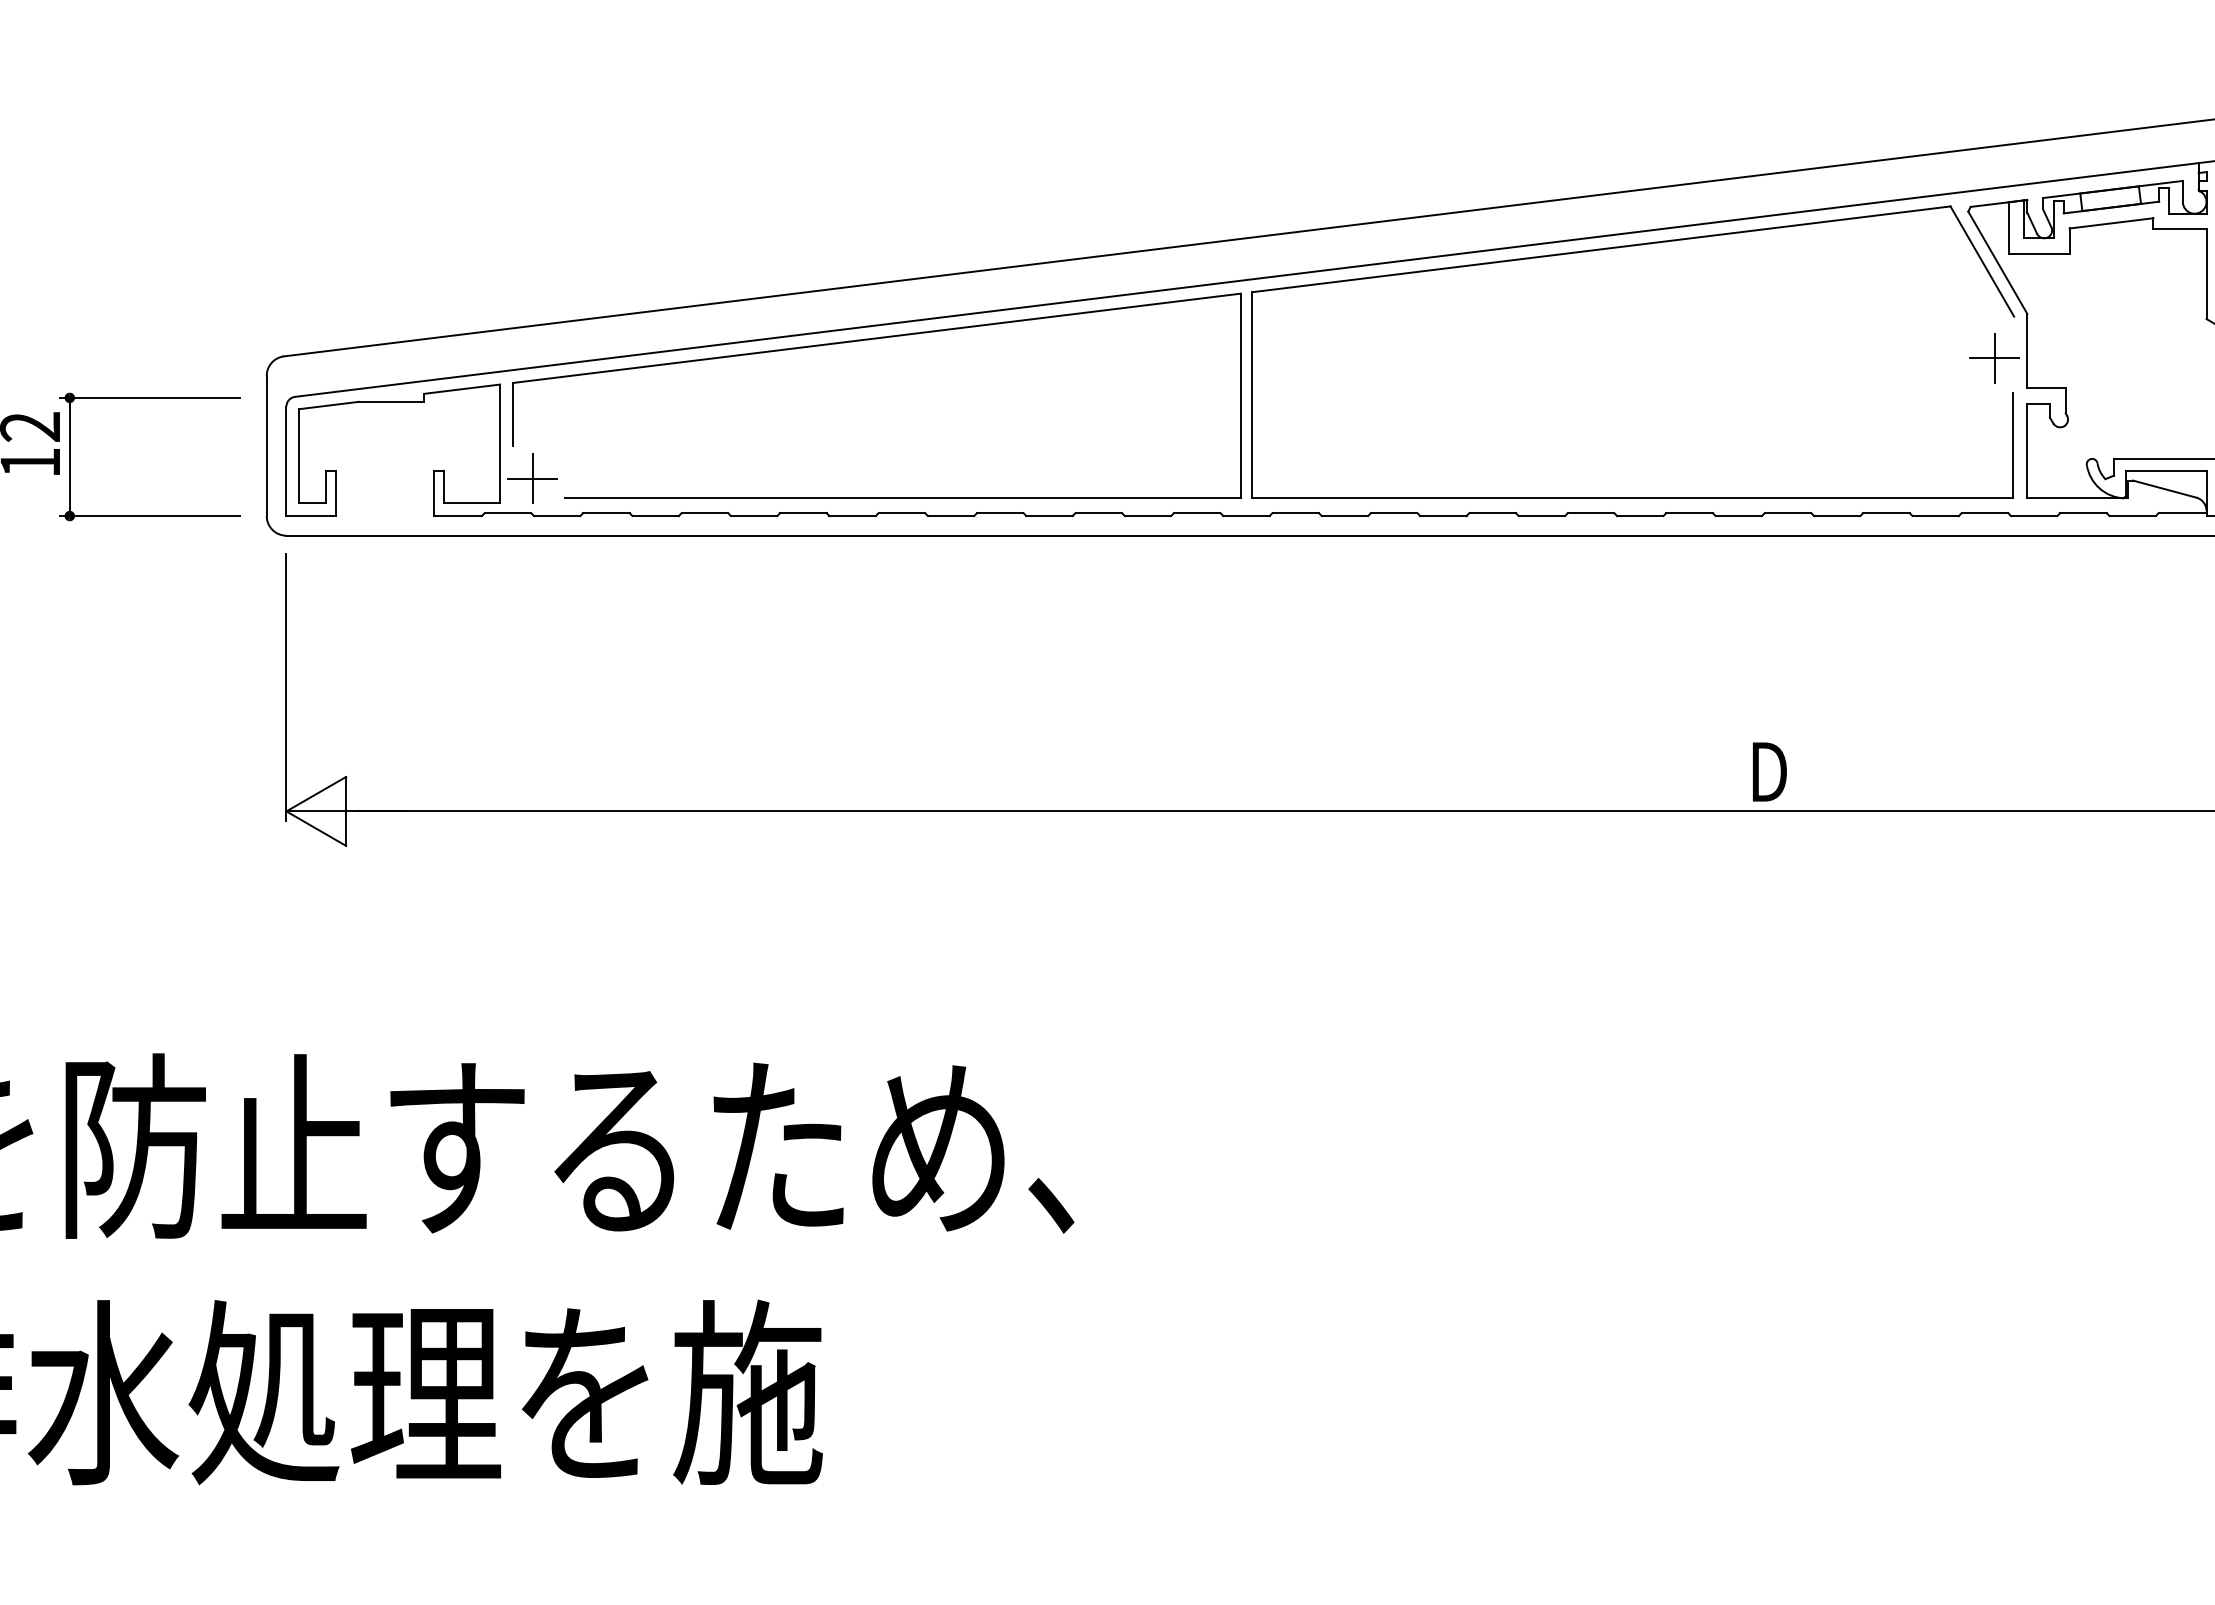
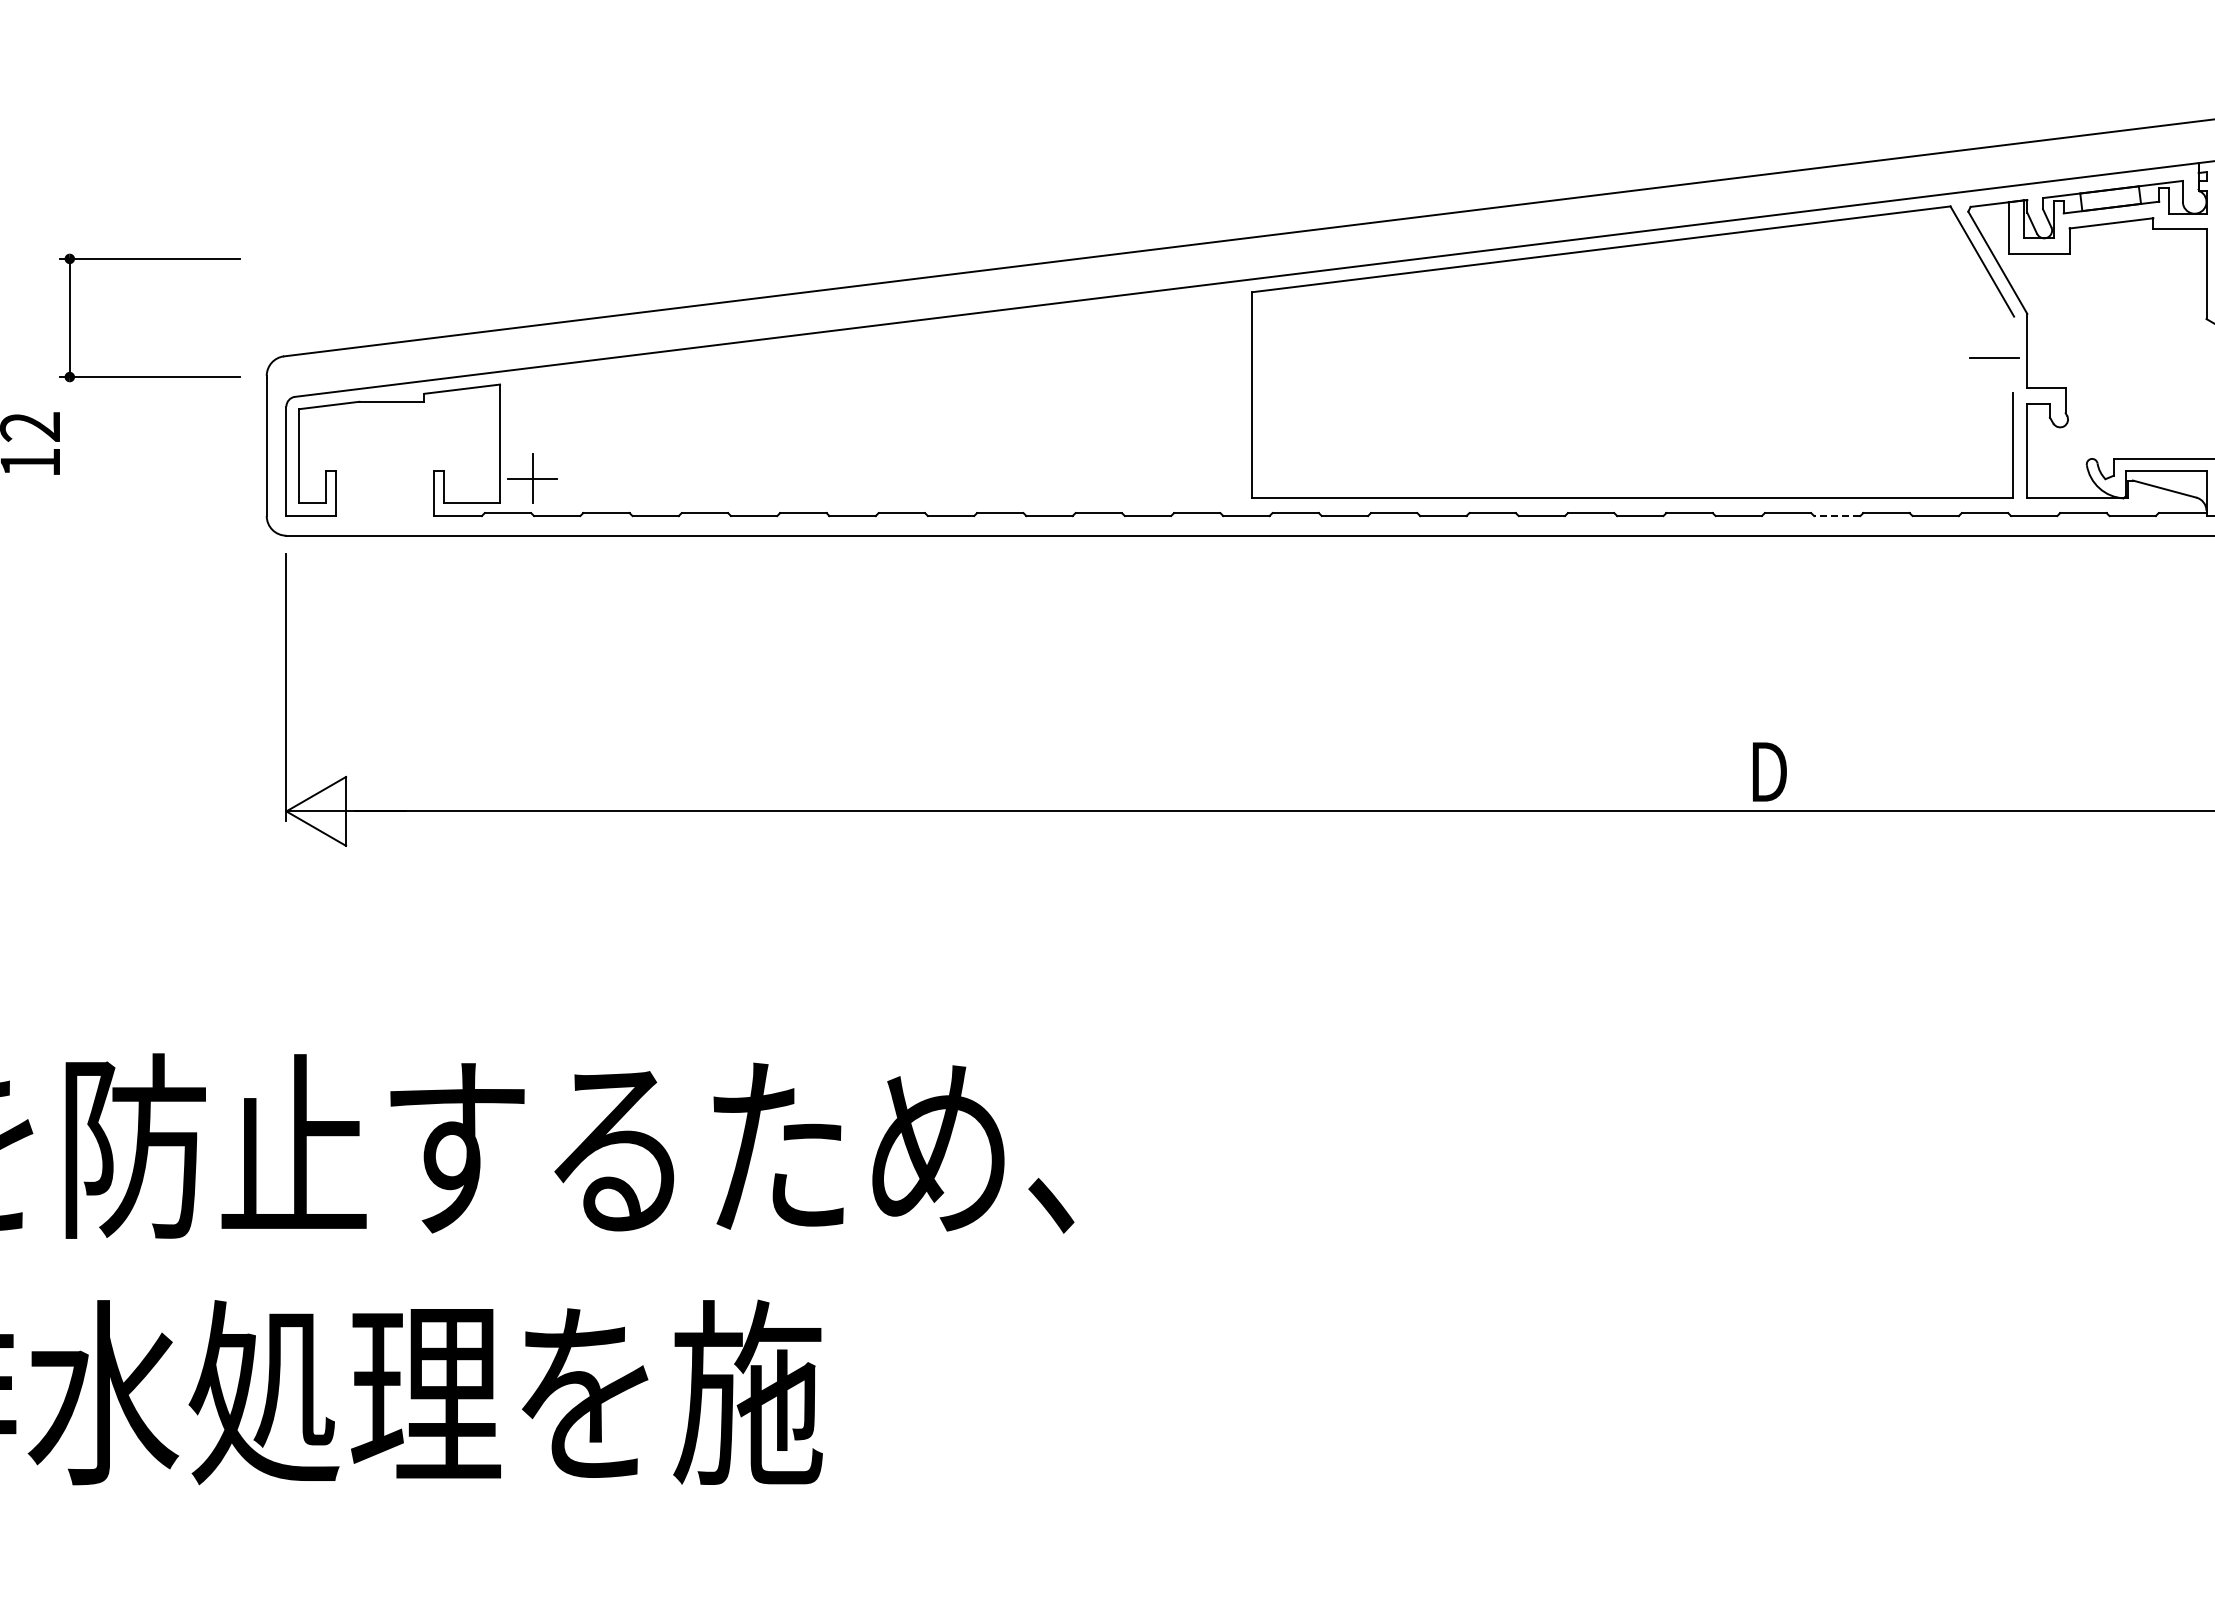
part at (869, 340): present -> none
line at (1994, 358): present -> none
part at (149, 398) position: (149, 398) -> (149, 259)
line at (1836, 516): solid -> dashed
